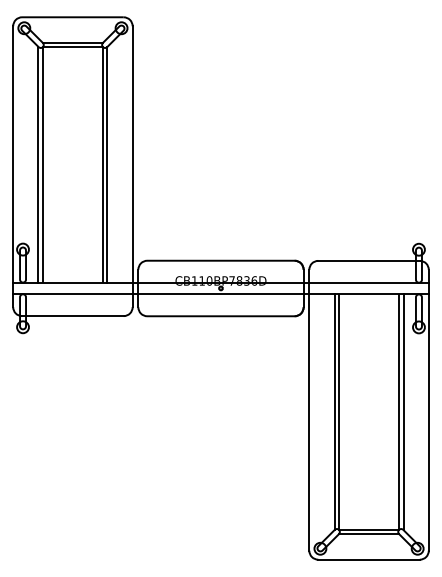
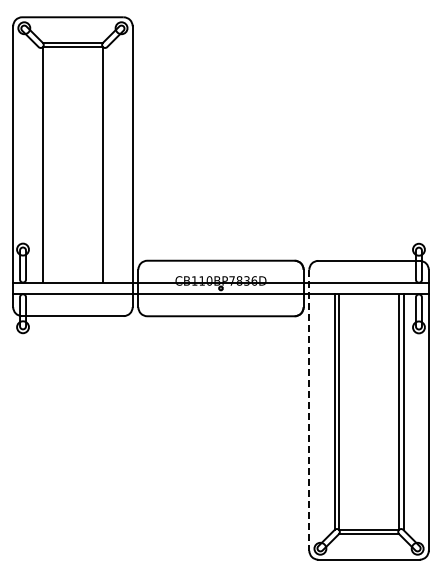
line at (38, 164): present -> none
line at (107, 164): present -> none
line at (309, 410): solid -> dashed
